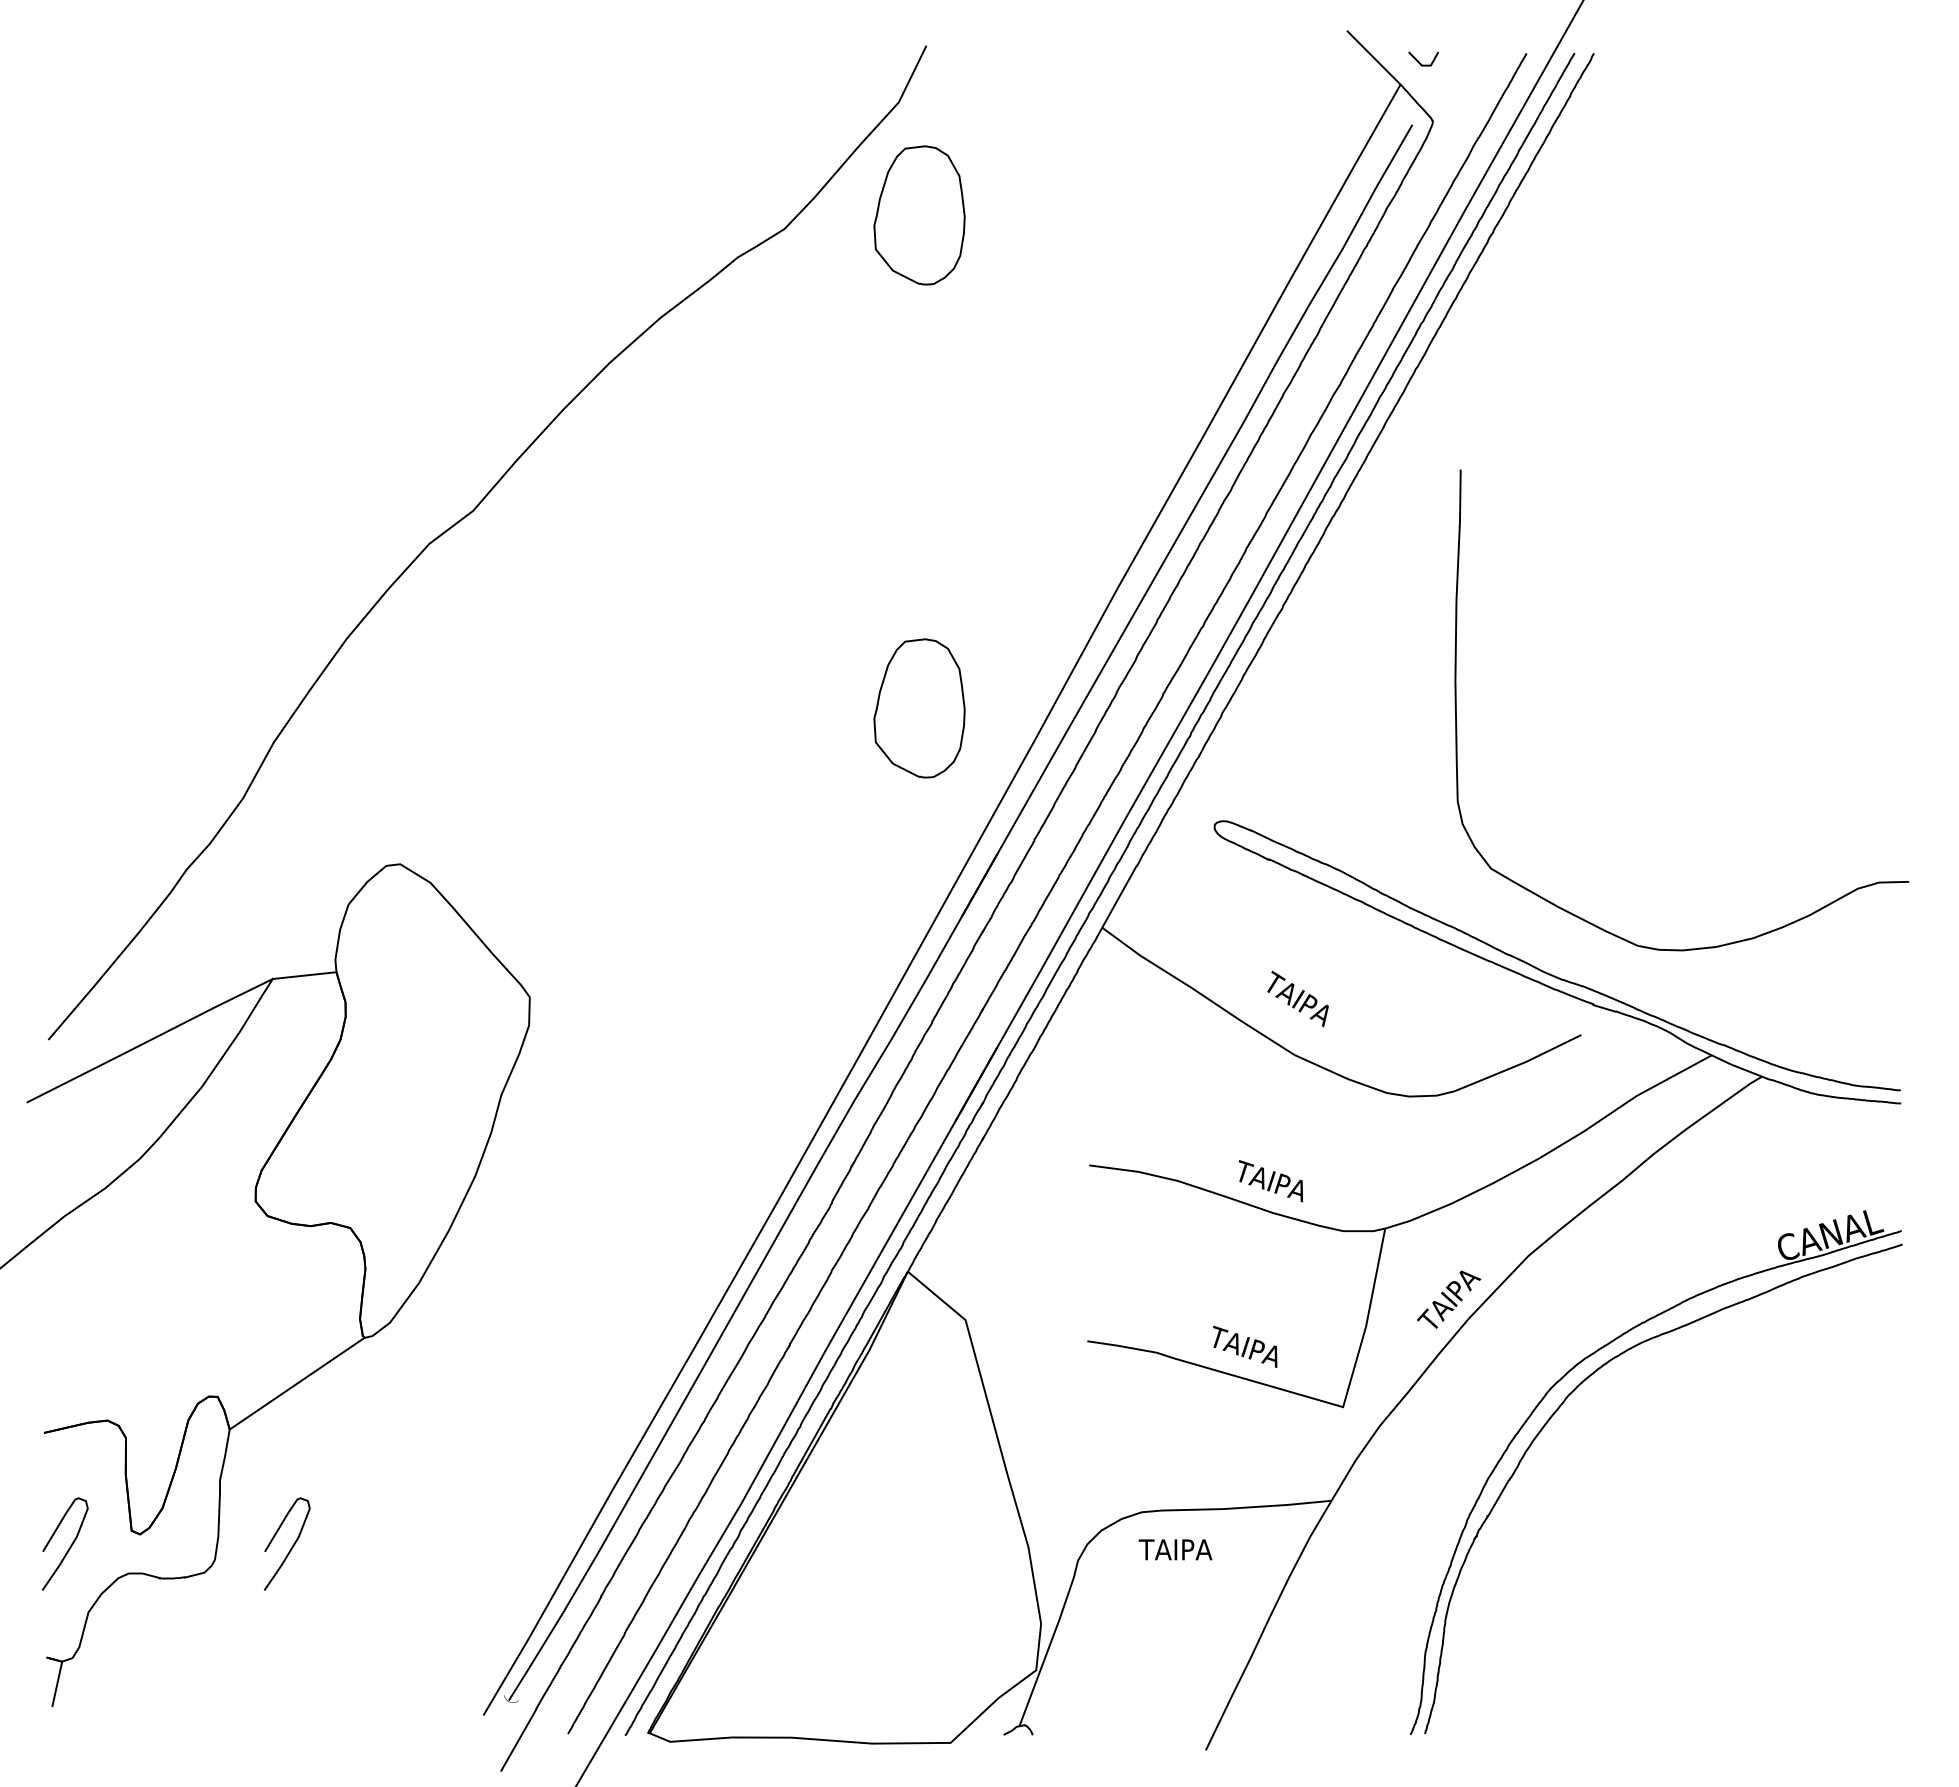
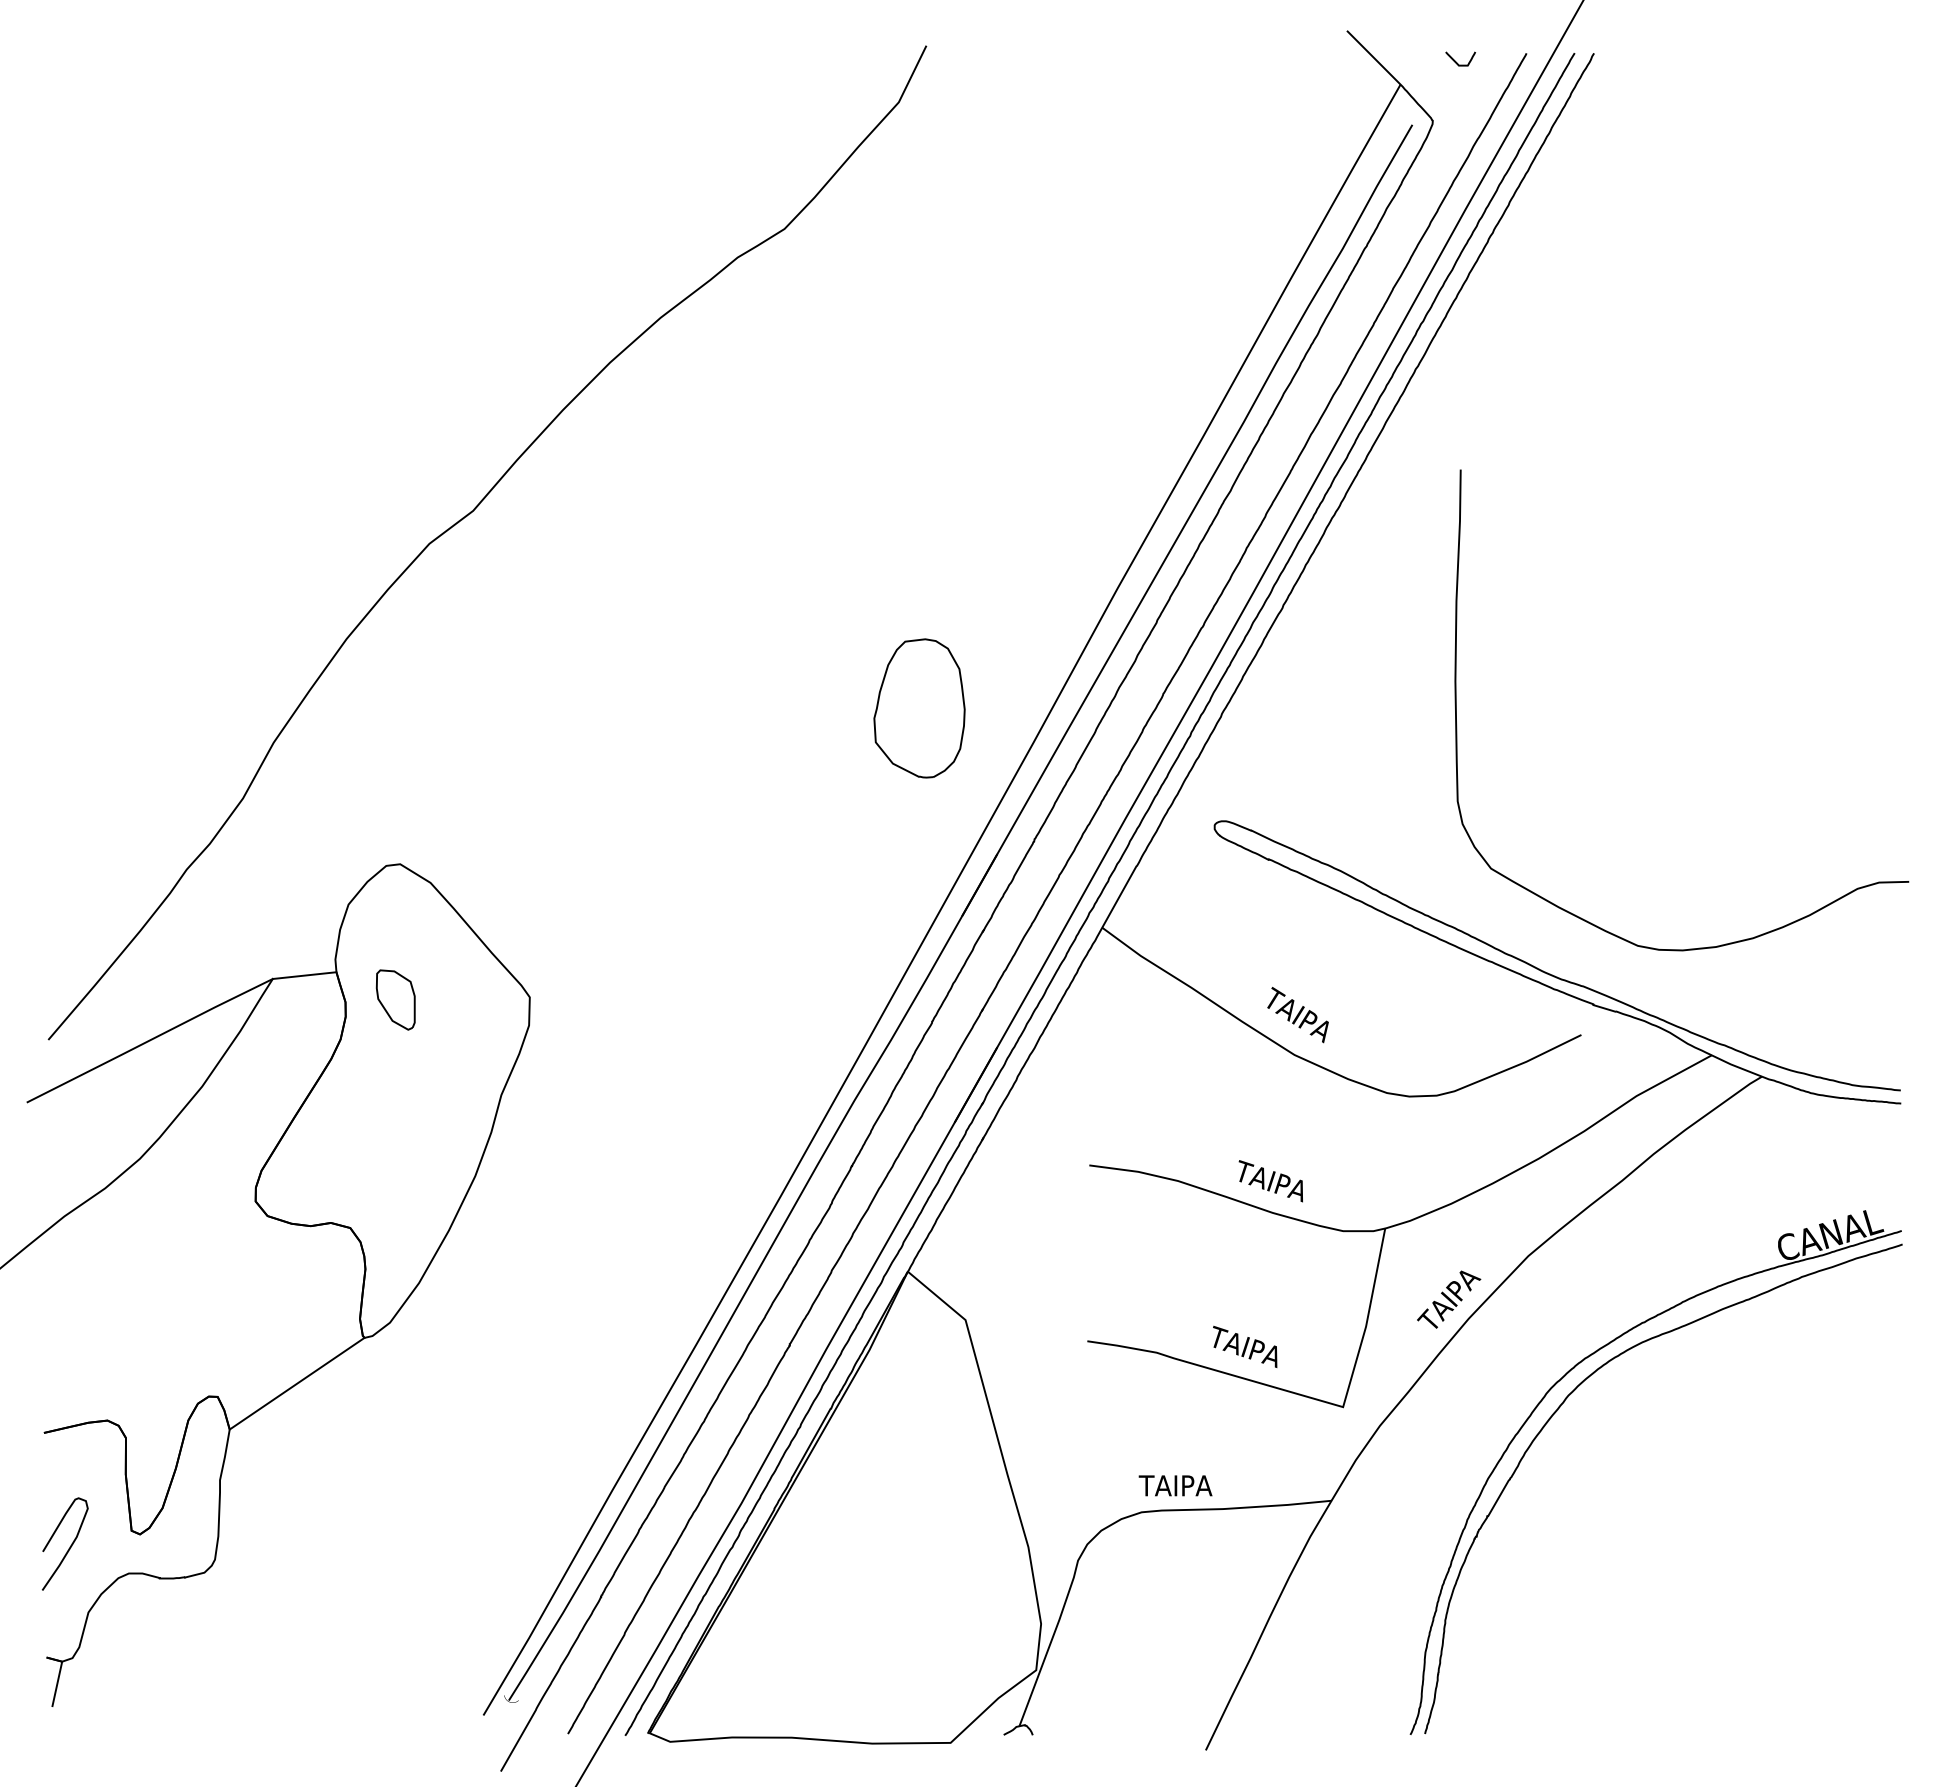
curve at (1419, 61) position: (1419, 61) -> (1456, 61)
part at (919, 215): present -> none
part at (395, 999): none -> present
text at (1297, 999) position: (1297, 999) -> (1297, 1015)
curve at (291, 1546): present -> none
text at (1175, 1549) position: (1175, 1549) -> (1175, 1485)
